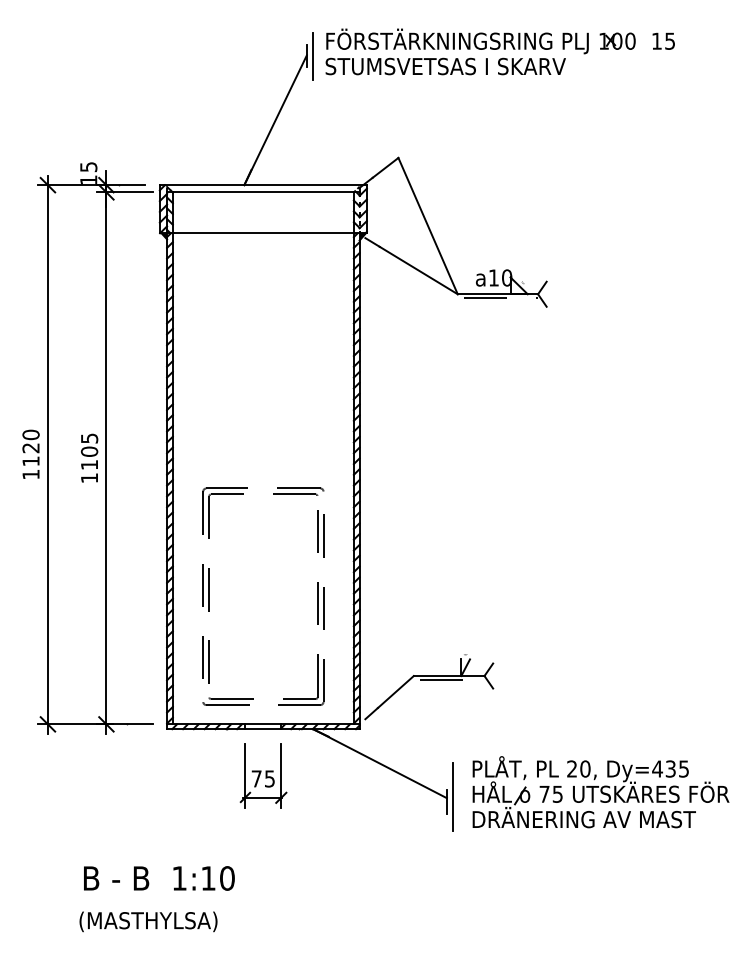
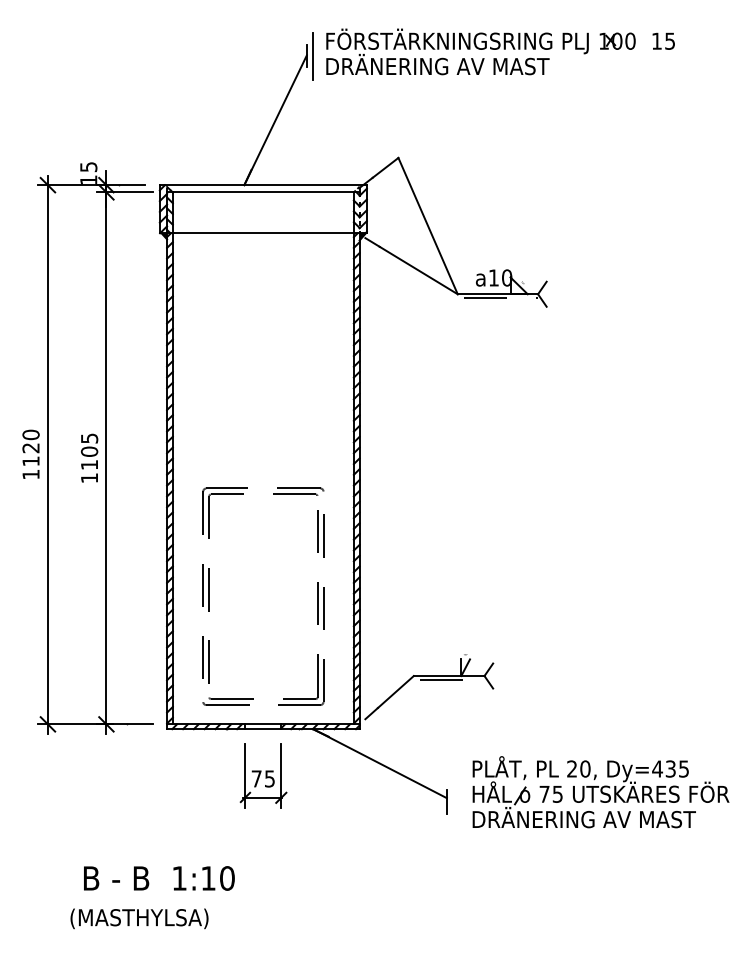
text at (445, 64): STUMSVETSAS I SKARV -> DRÄNERING AV MAST
line at (453, 796): present -> none
text at (148, 921) position: (148, 921) -> (139, 918)
